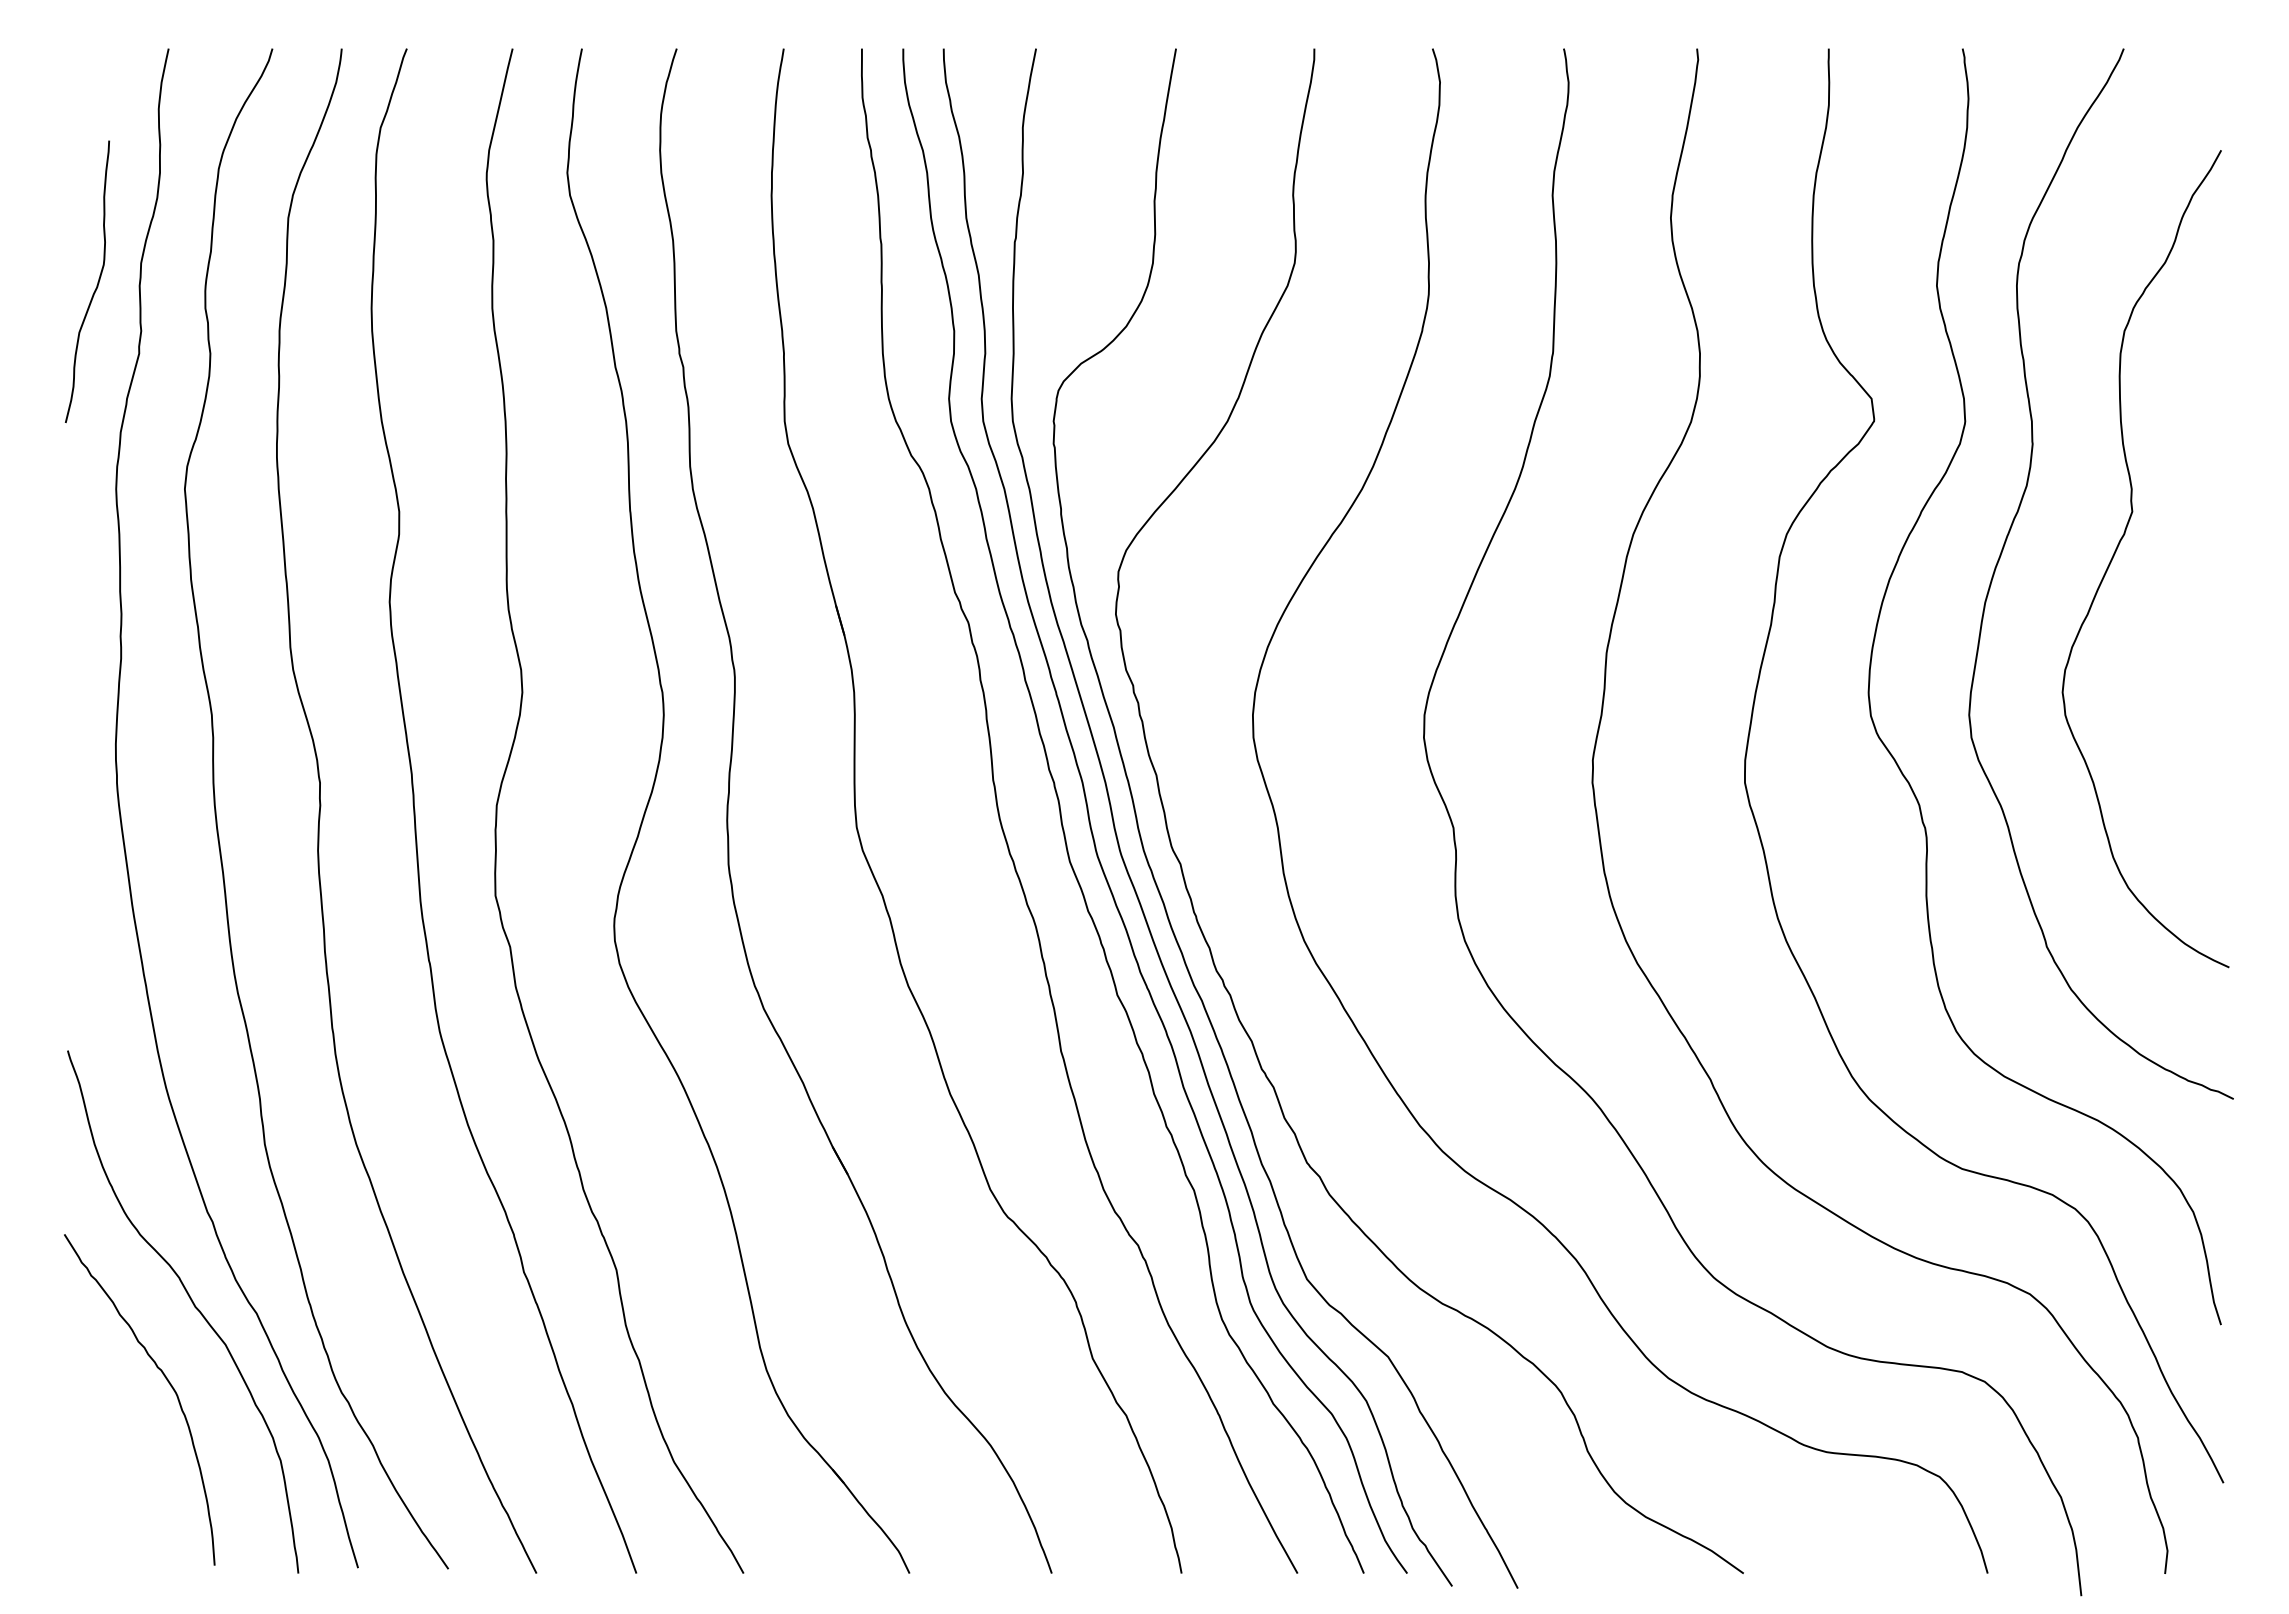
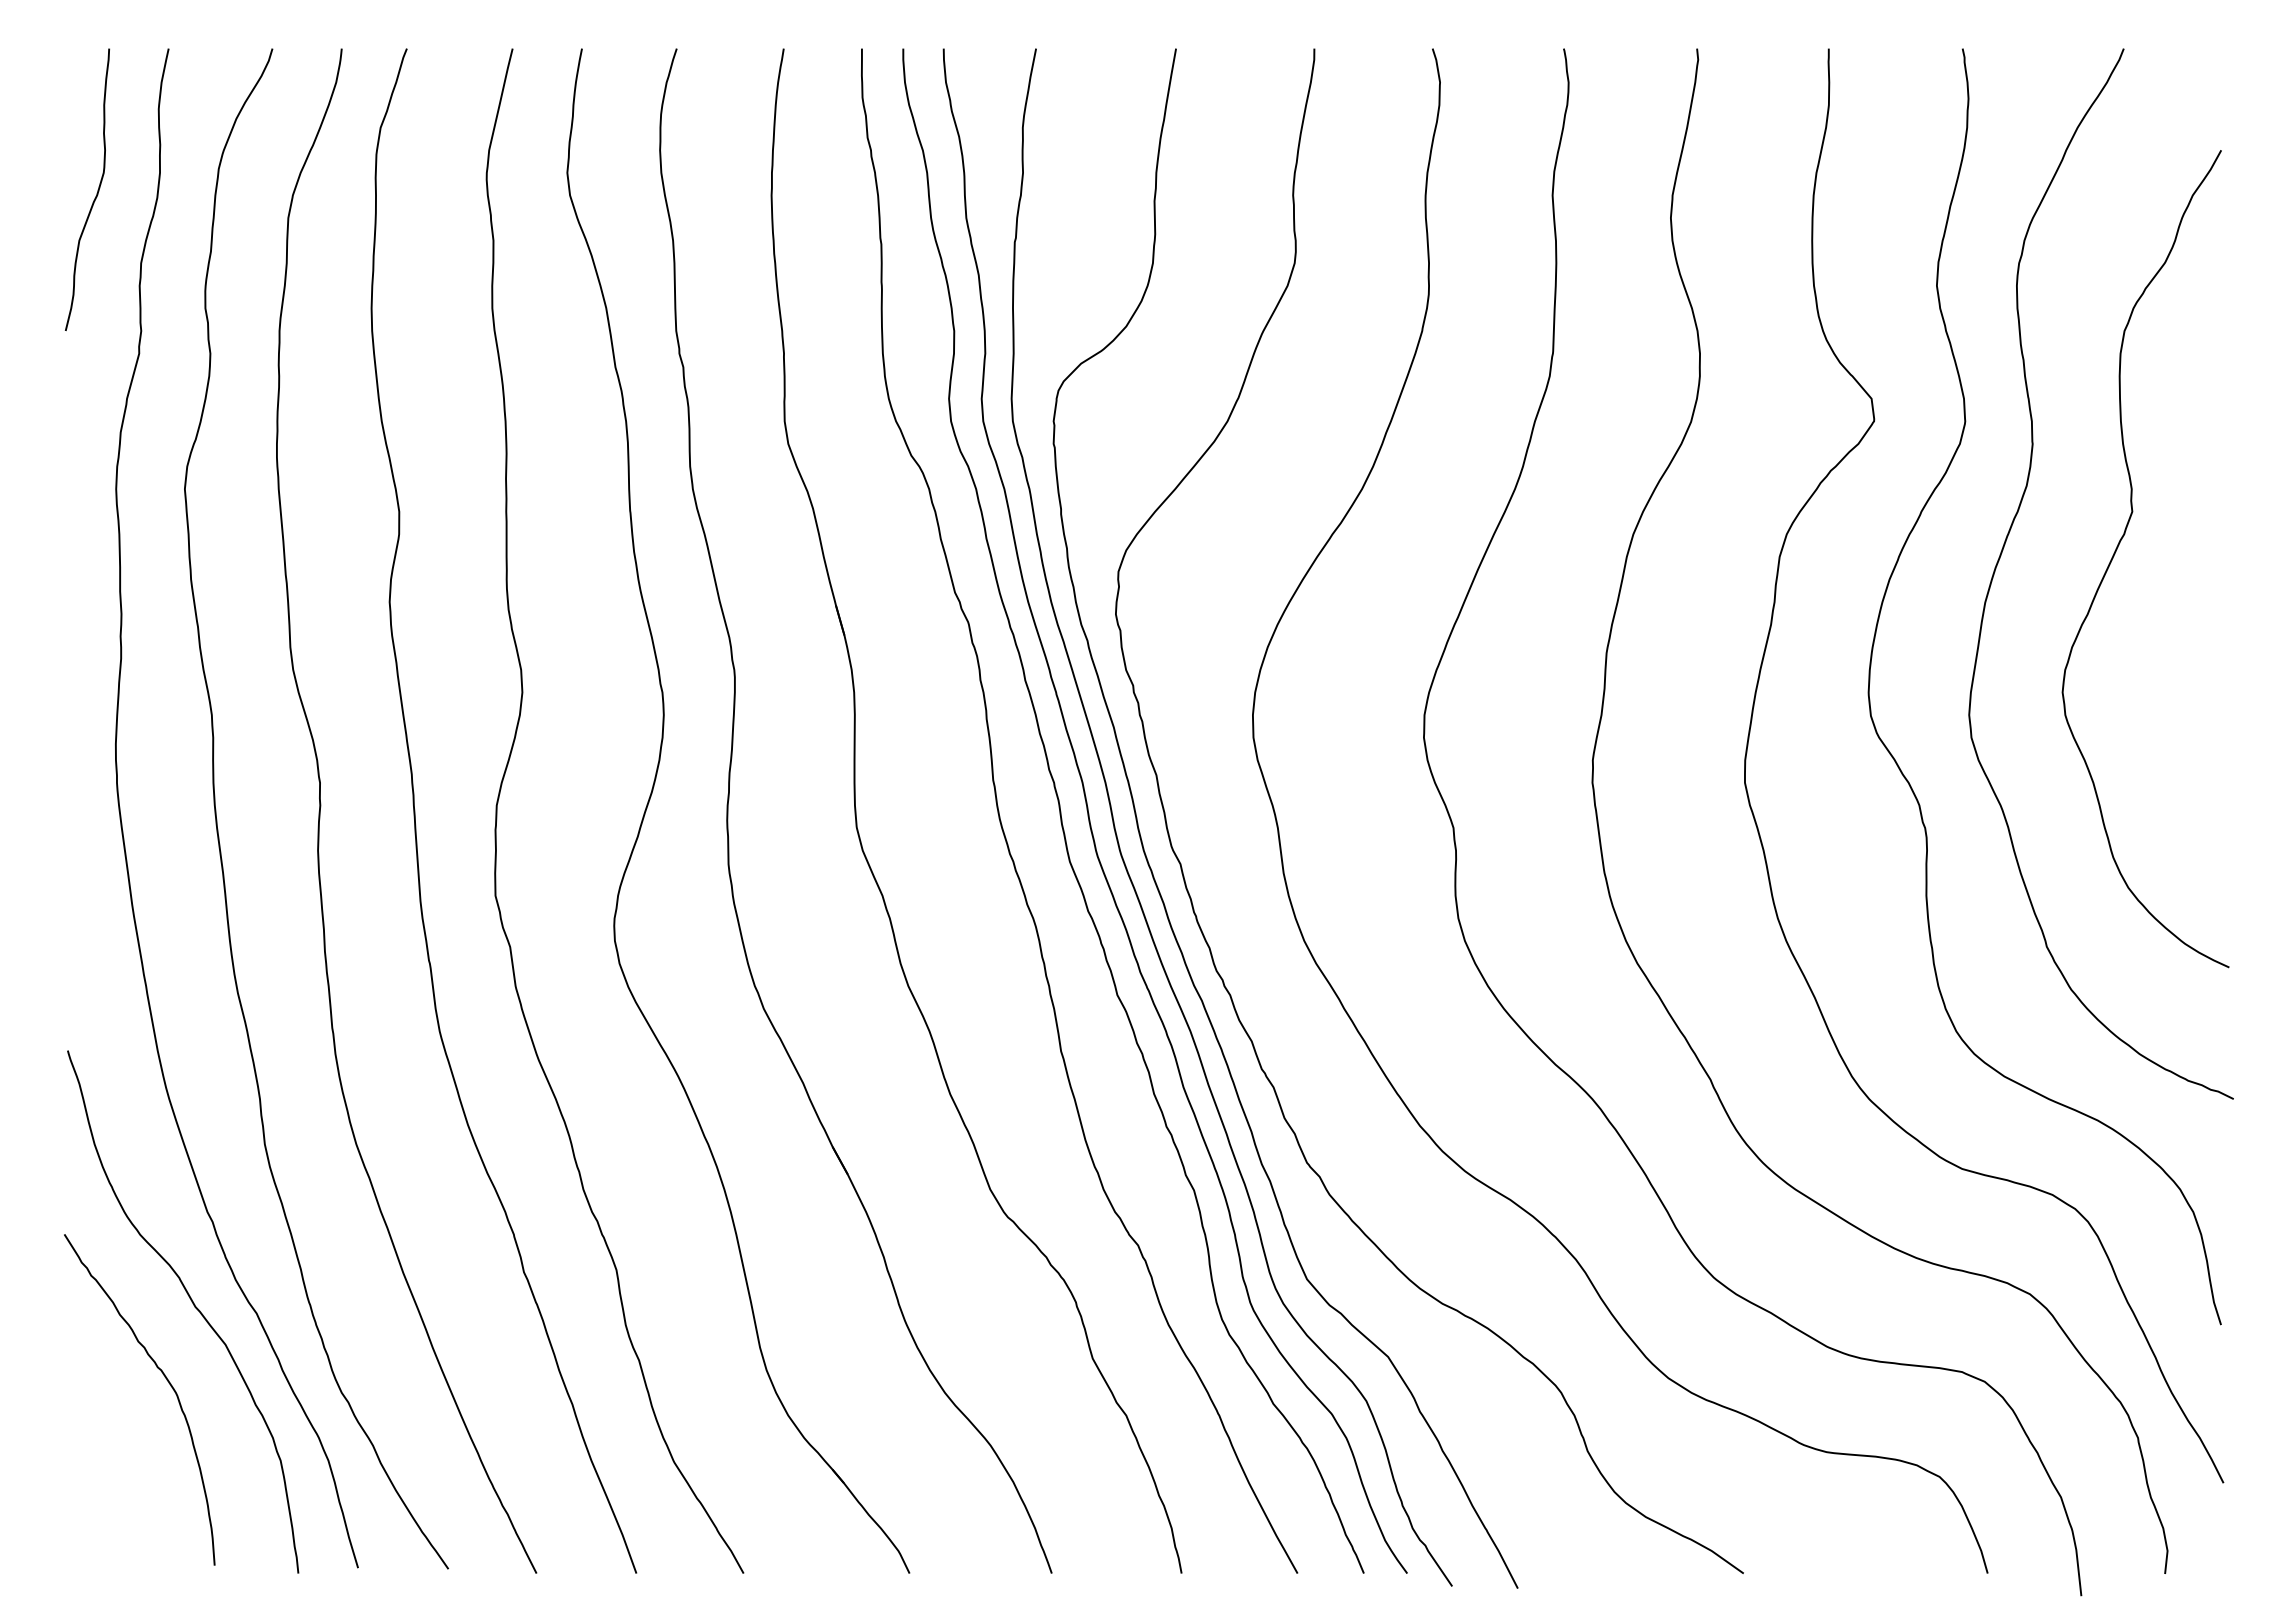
curve at (96, 285) position: (96, 285) -> (96, 193)
